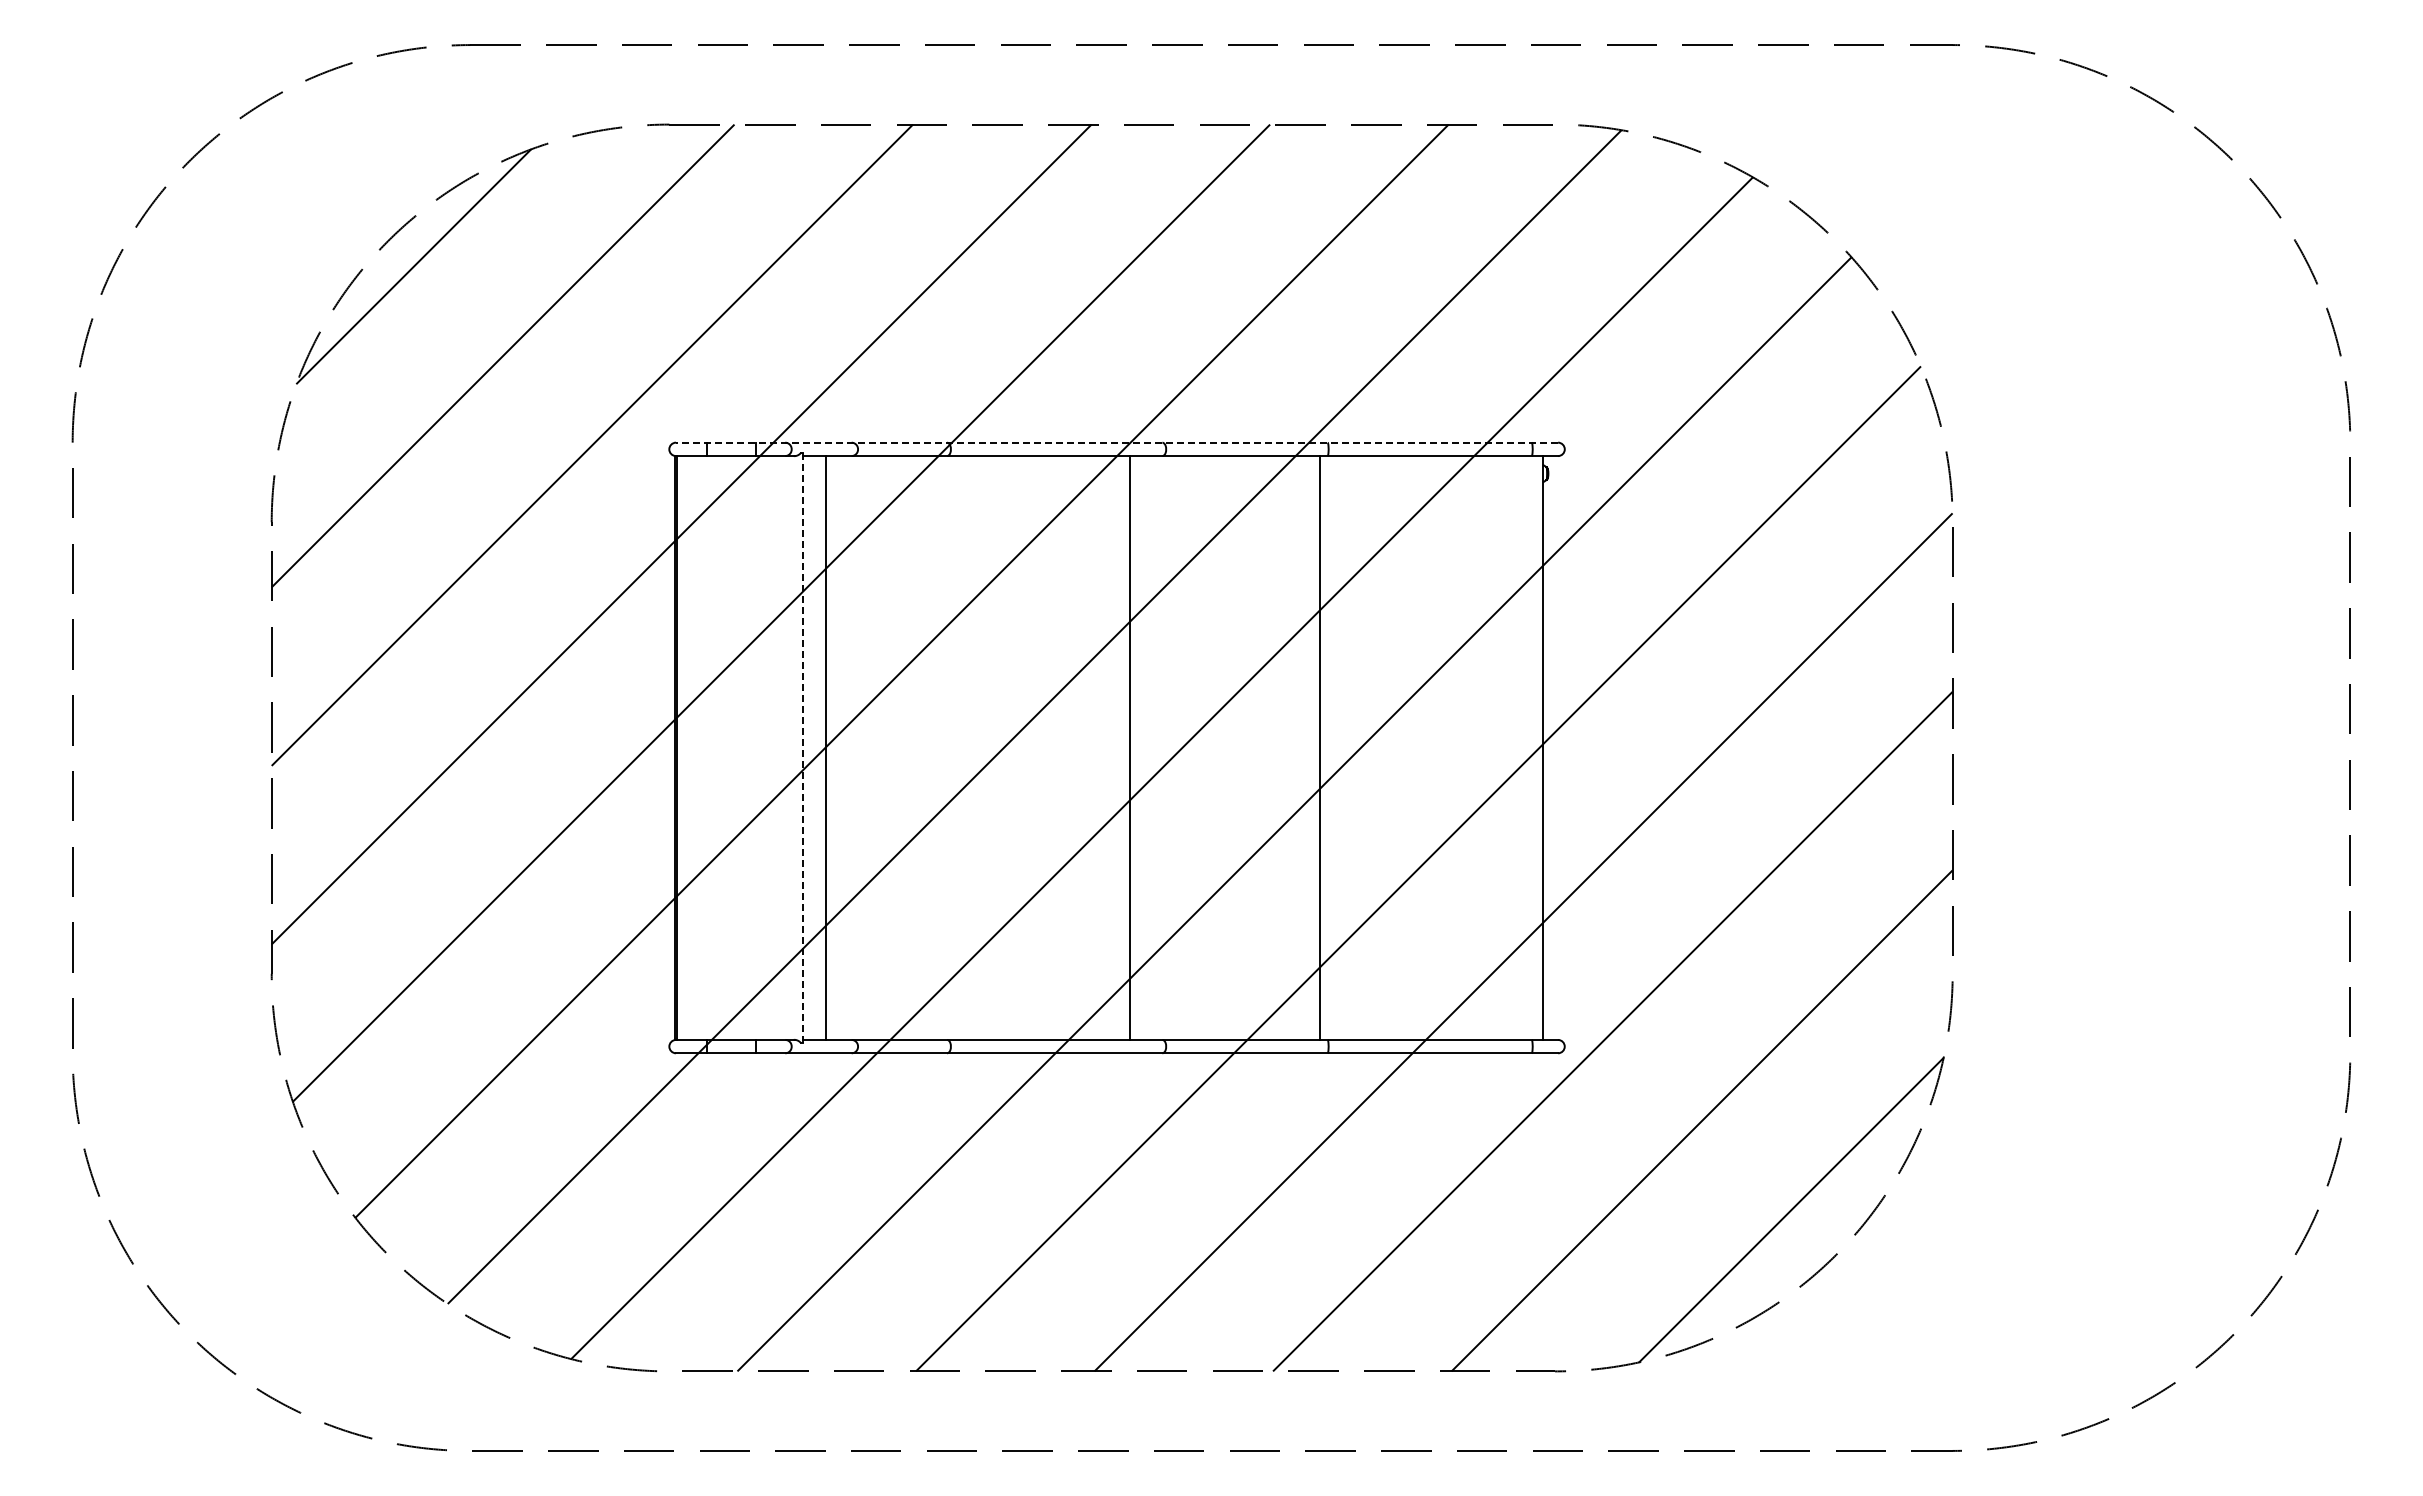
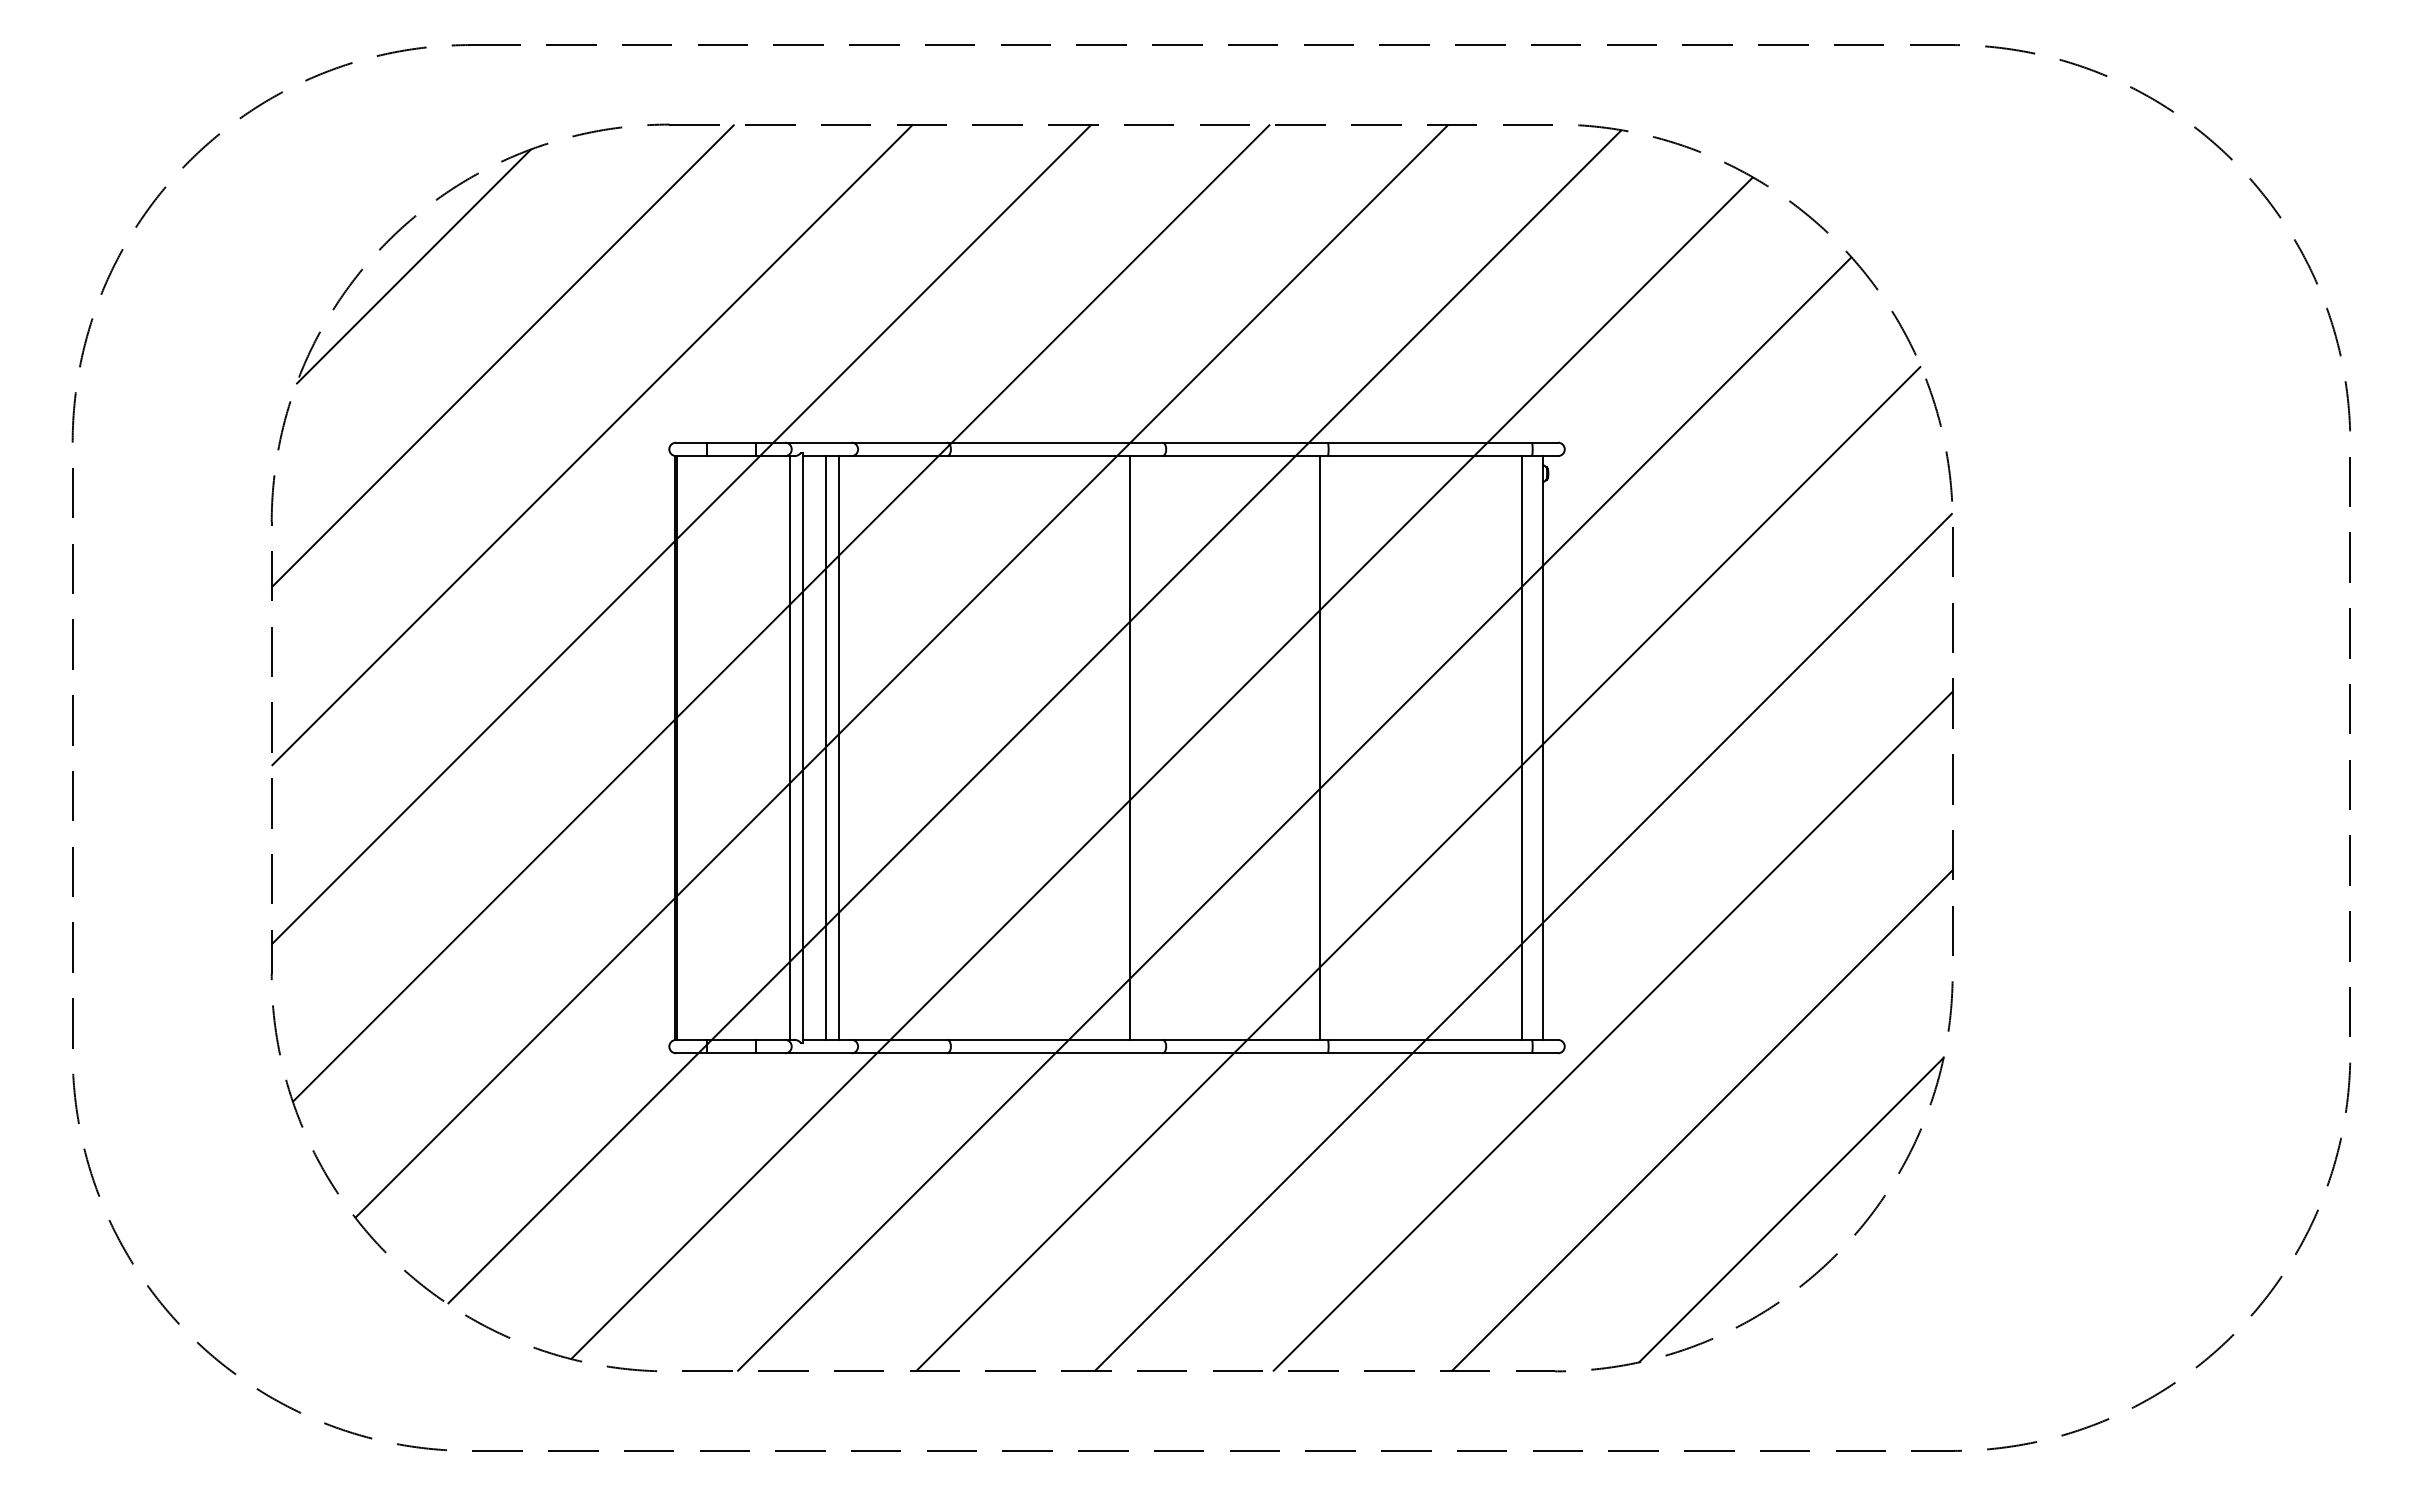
line at (1116, 442): dashed -> solid
line at (789, 747): none -> present
line at (839, 747): none -> present
line at (1521, 747): none -> present
line at (803, 748): dashed -> solid
